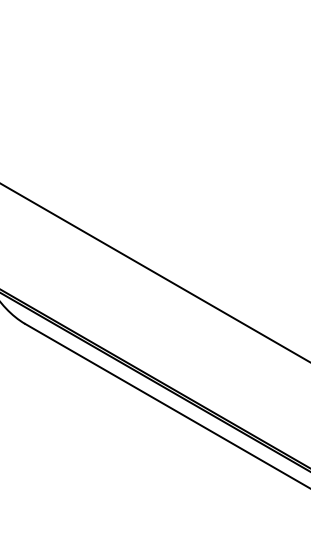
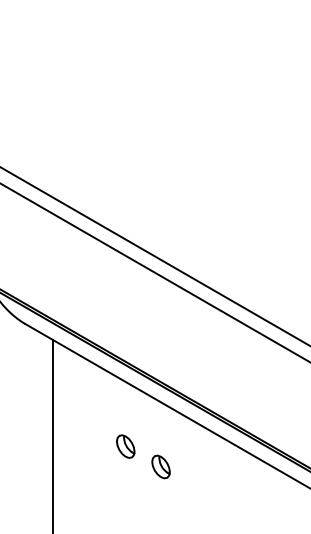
line at (154, 256): none -> present
line at (53, 435): none -> present
part at (125, 446): none -> present
part at (160, 466): none -> present
